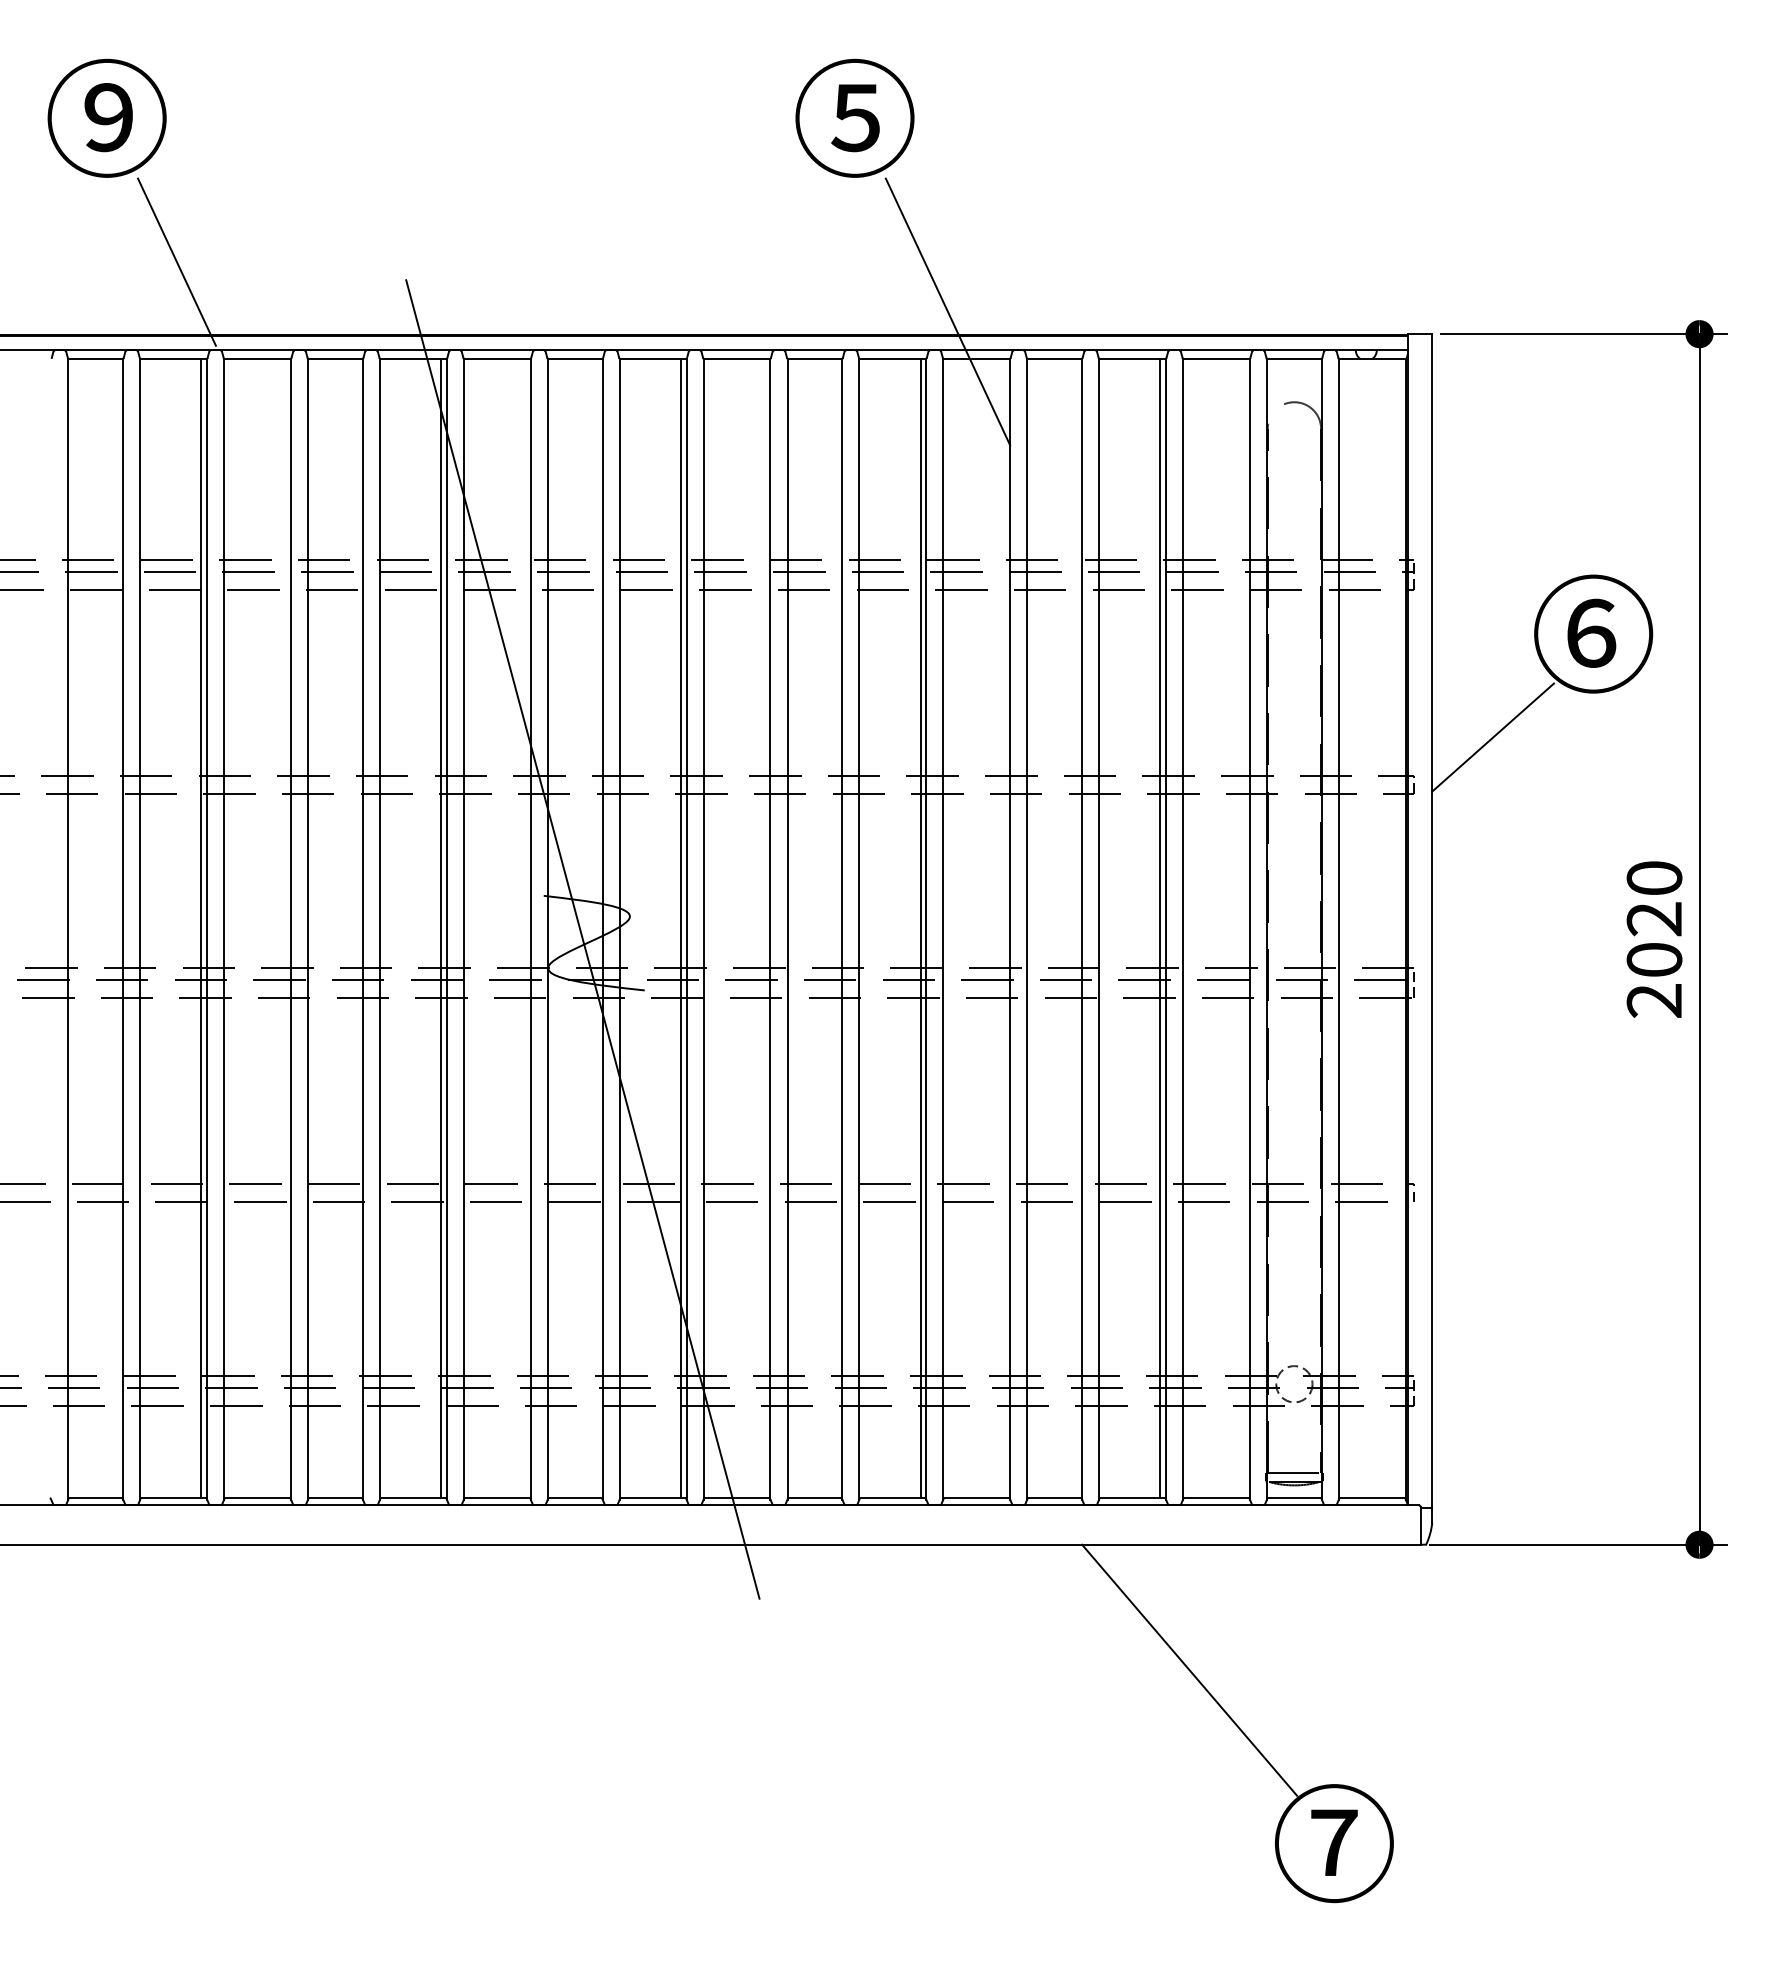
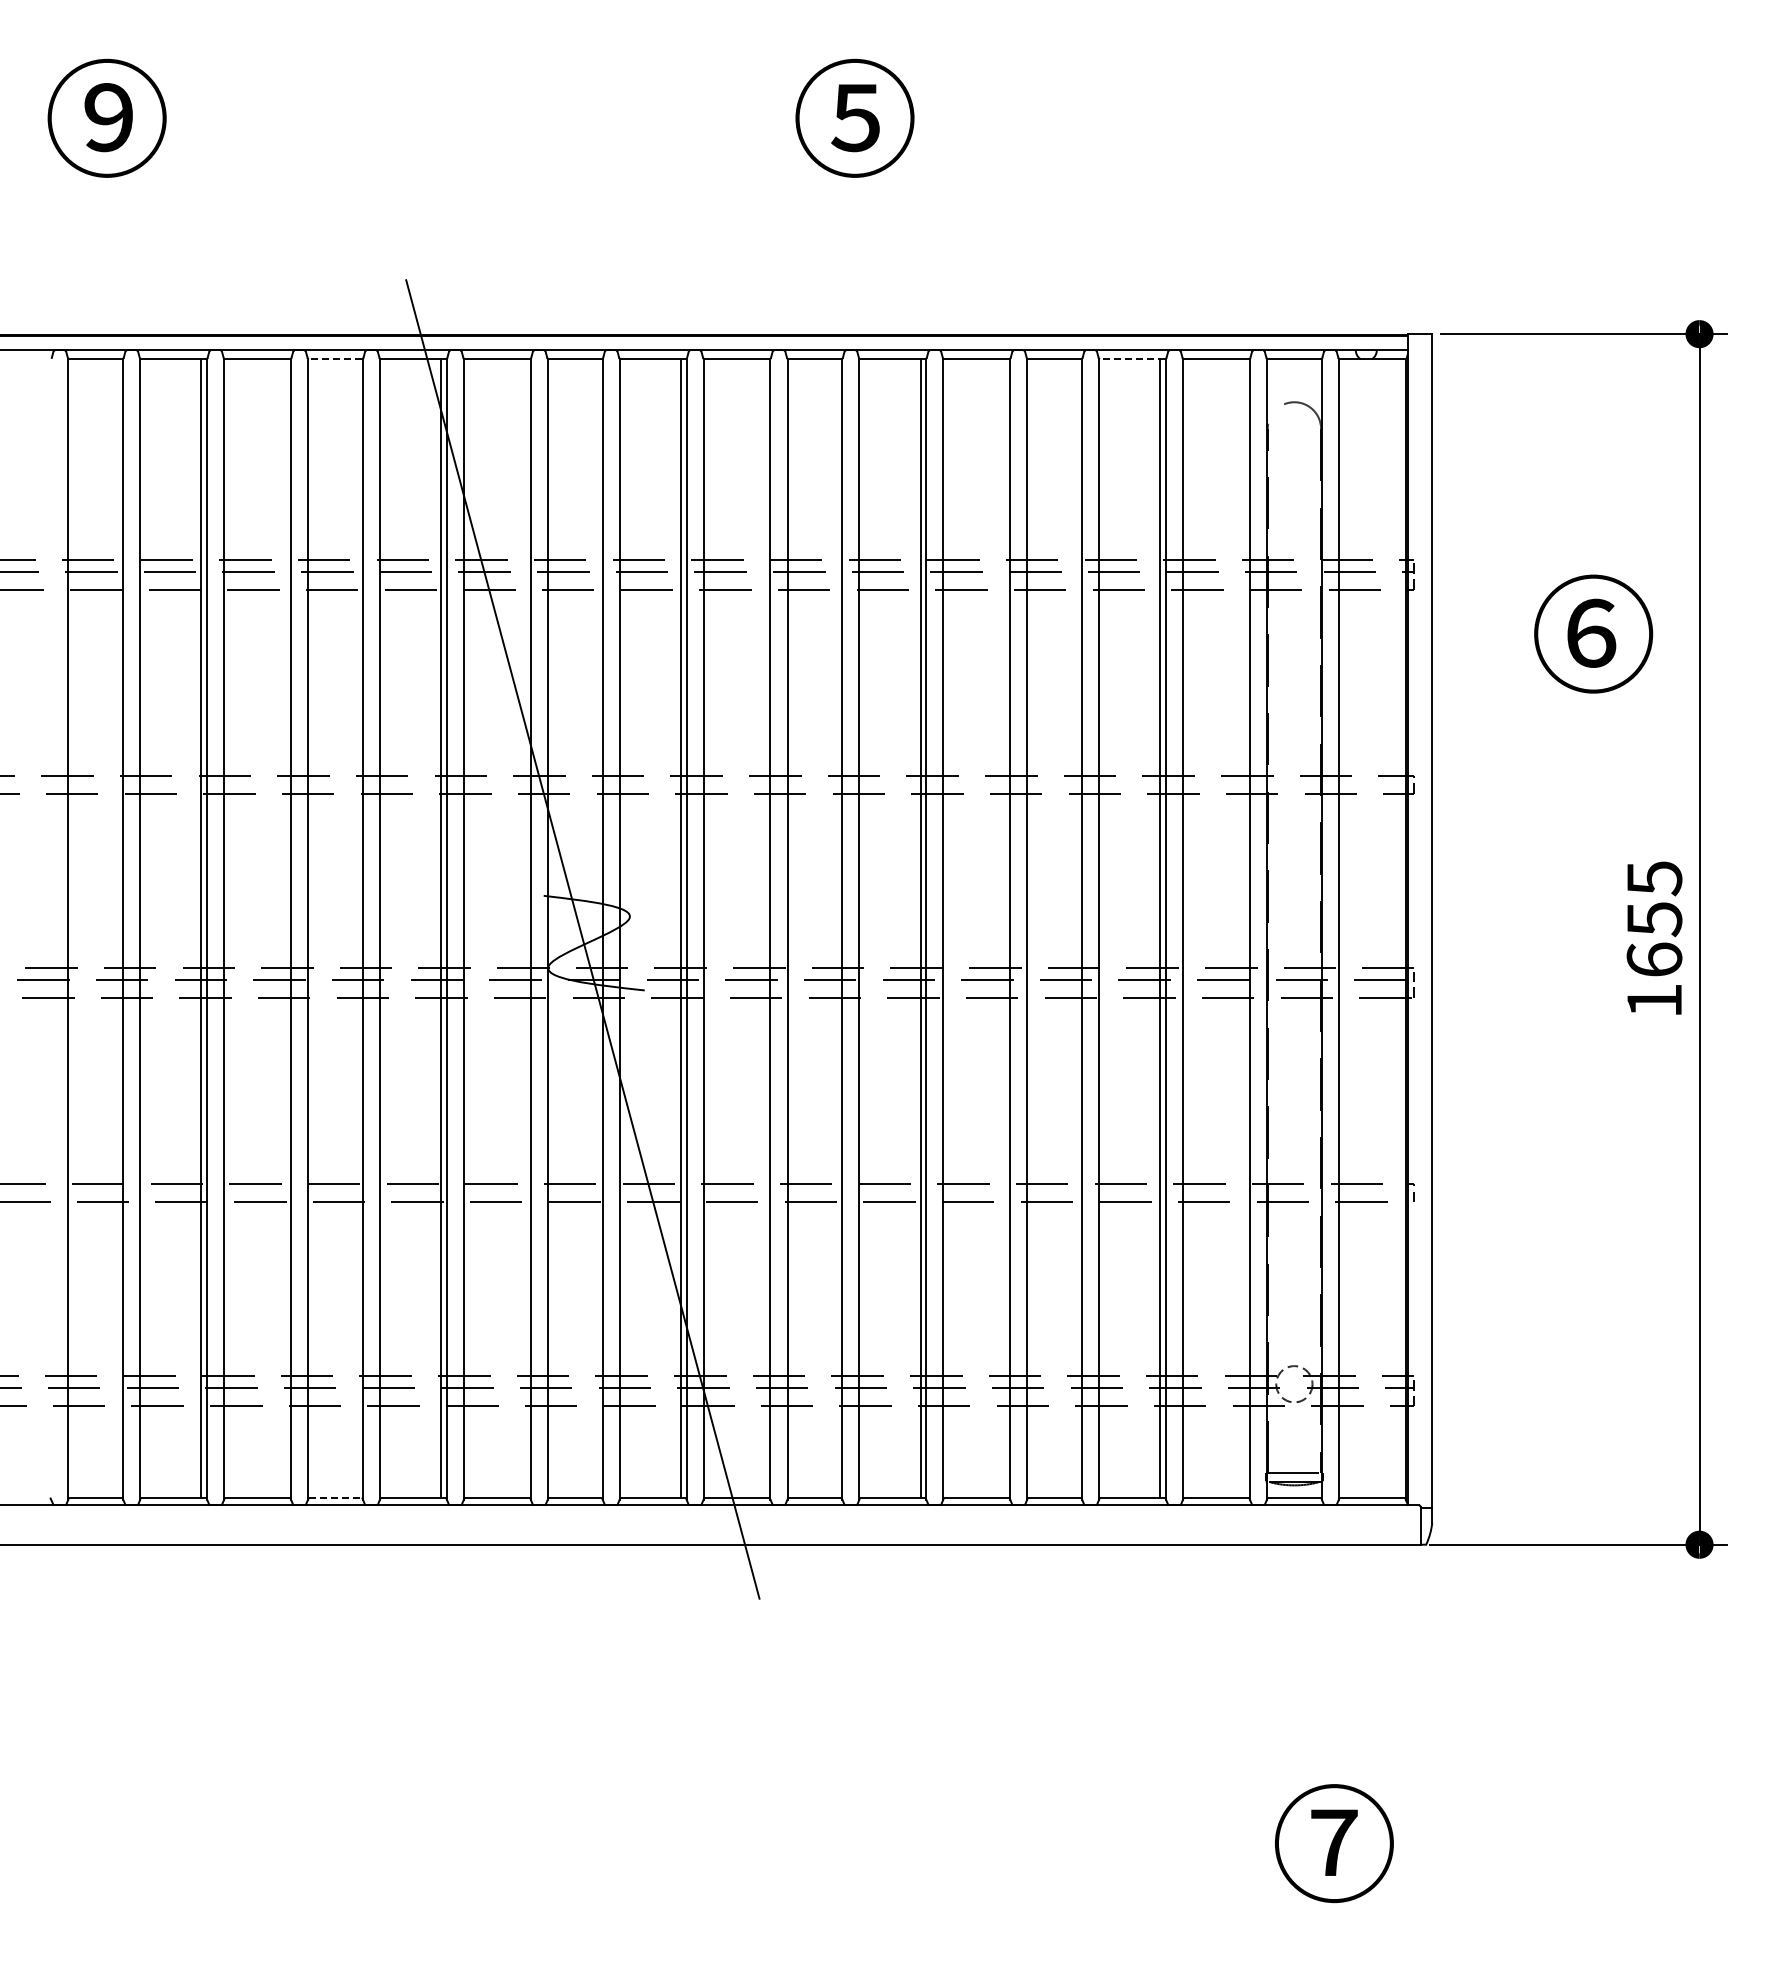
line at (176, 261): present -> none
line at (947, 311): present -> none
line at (335, 359): solid -> dashed
line at (1132, 359): solid -> dashed
line at (1492, 737): present -> none
text at (1654, 939): 2020 -> 1655
line at (335, 1498): solid -> dashed
line at (1189, 1669): present -> none
